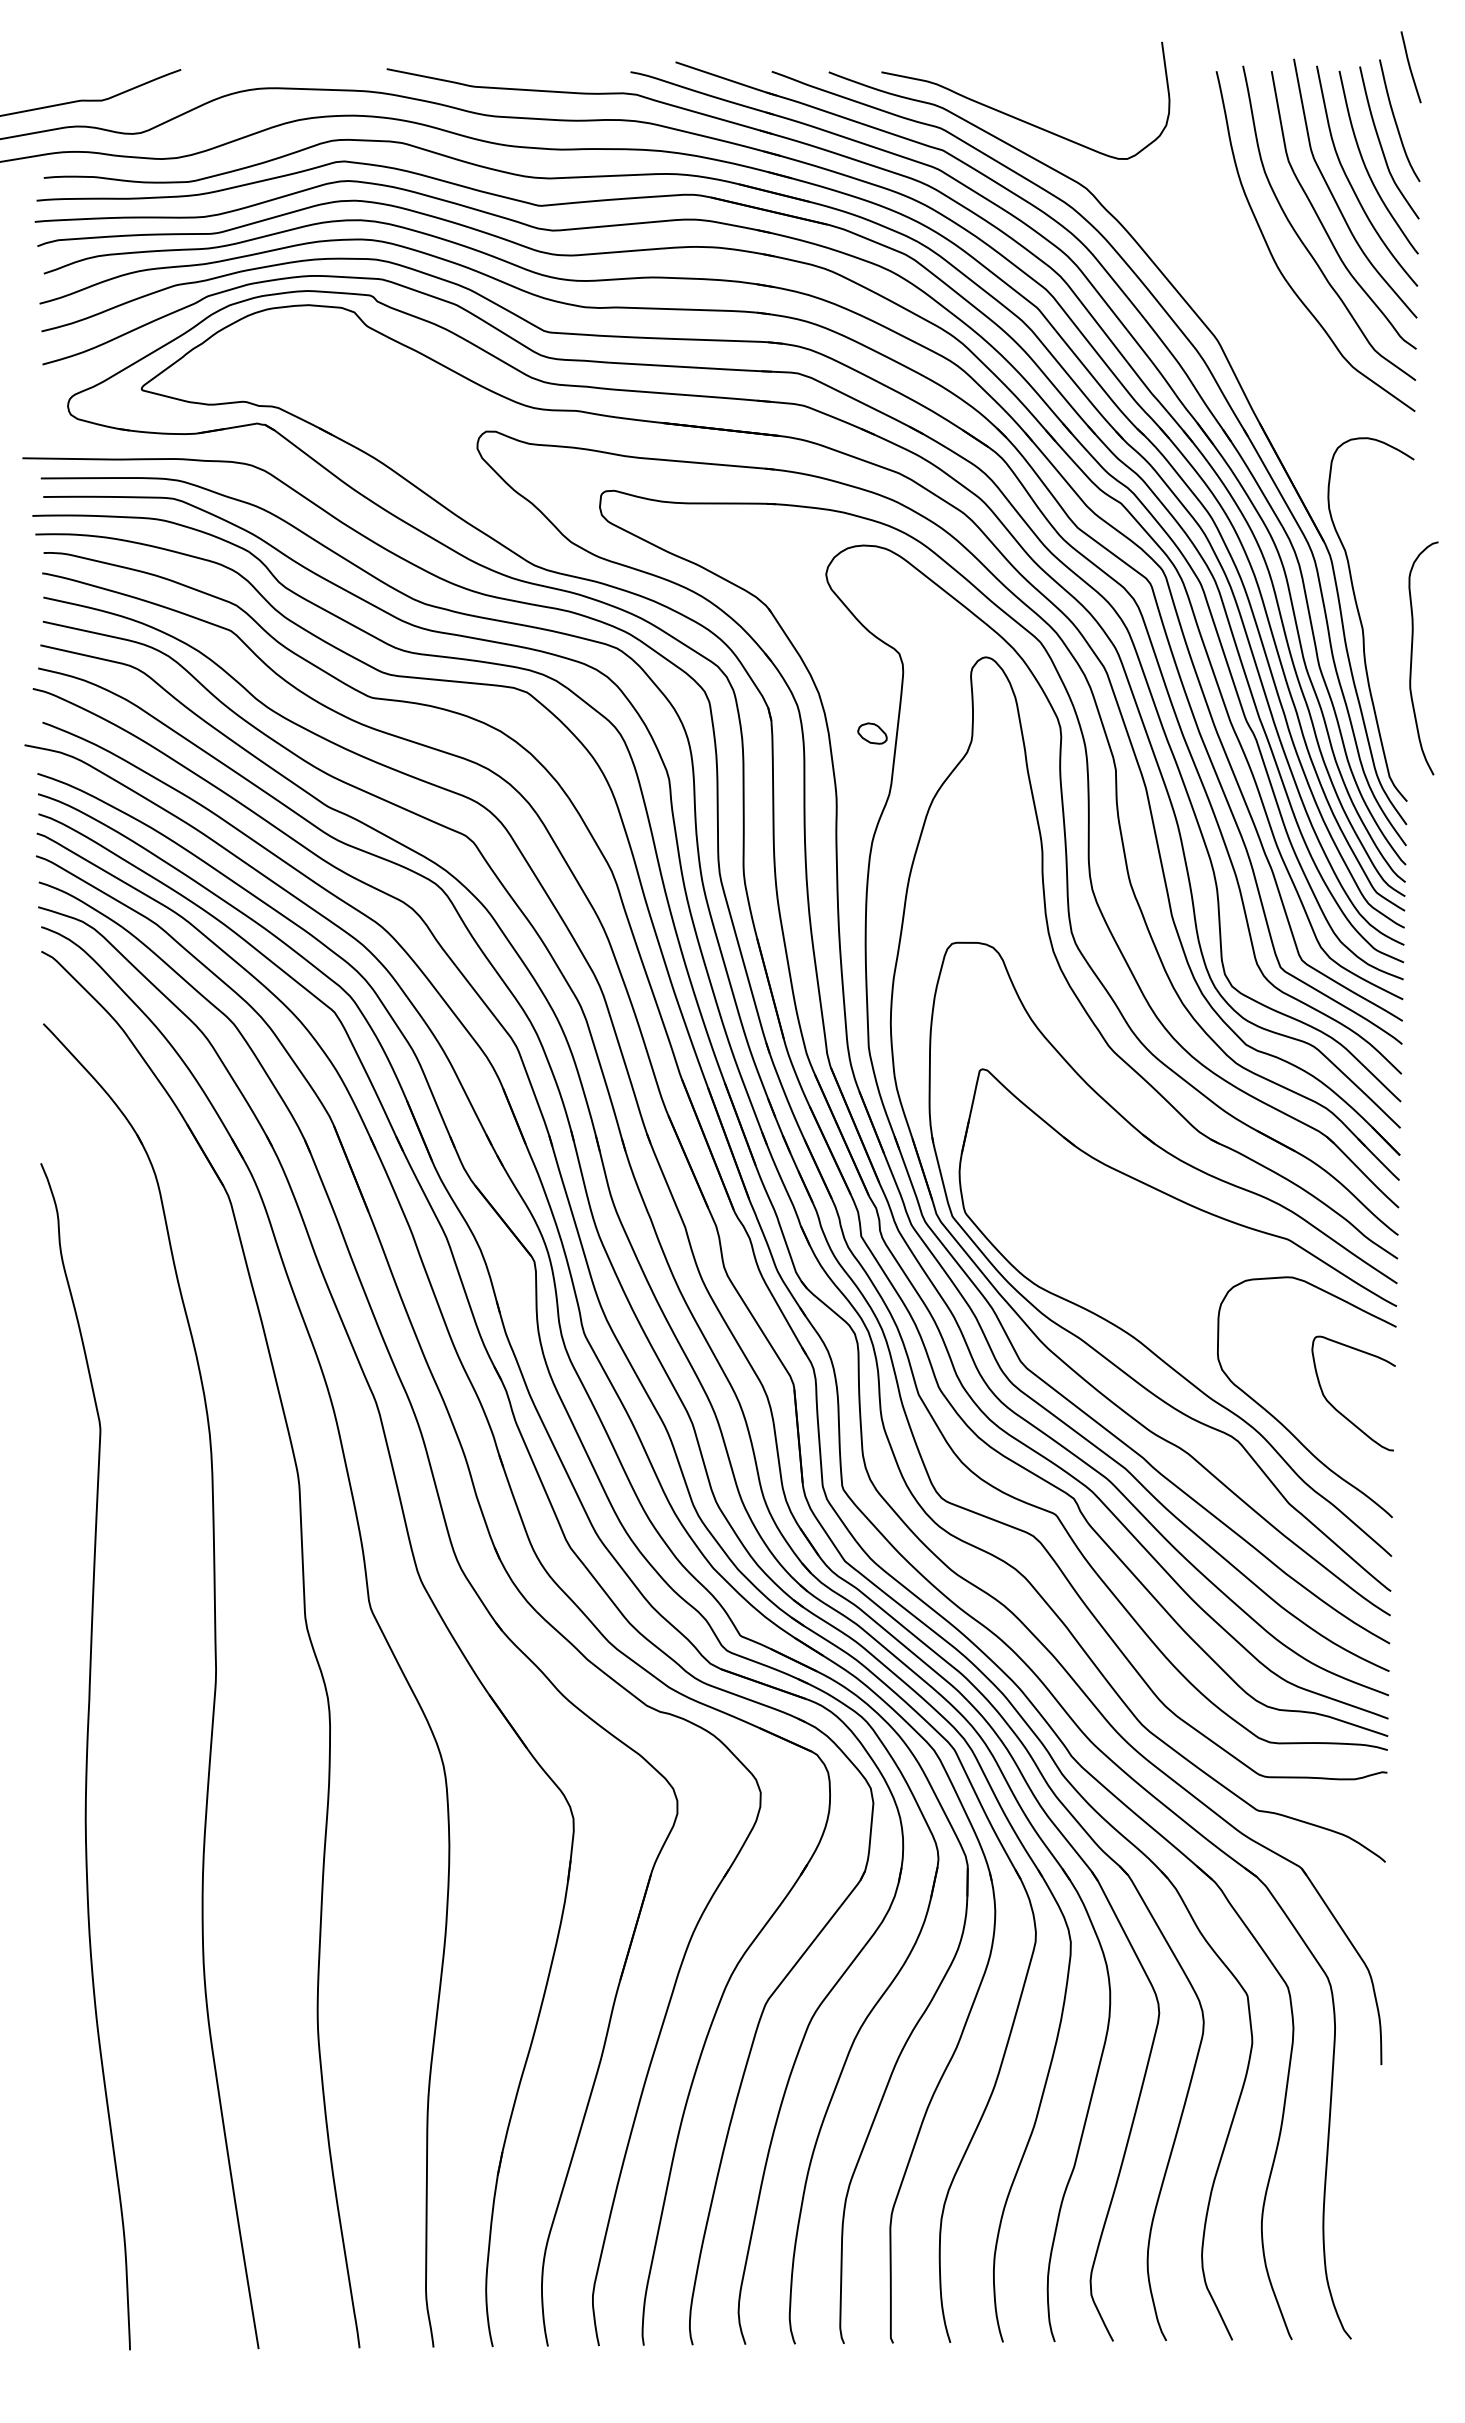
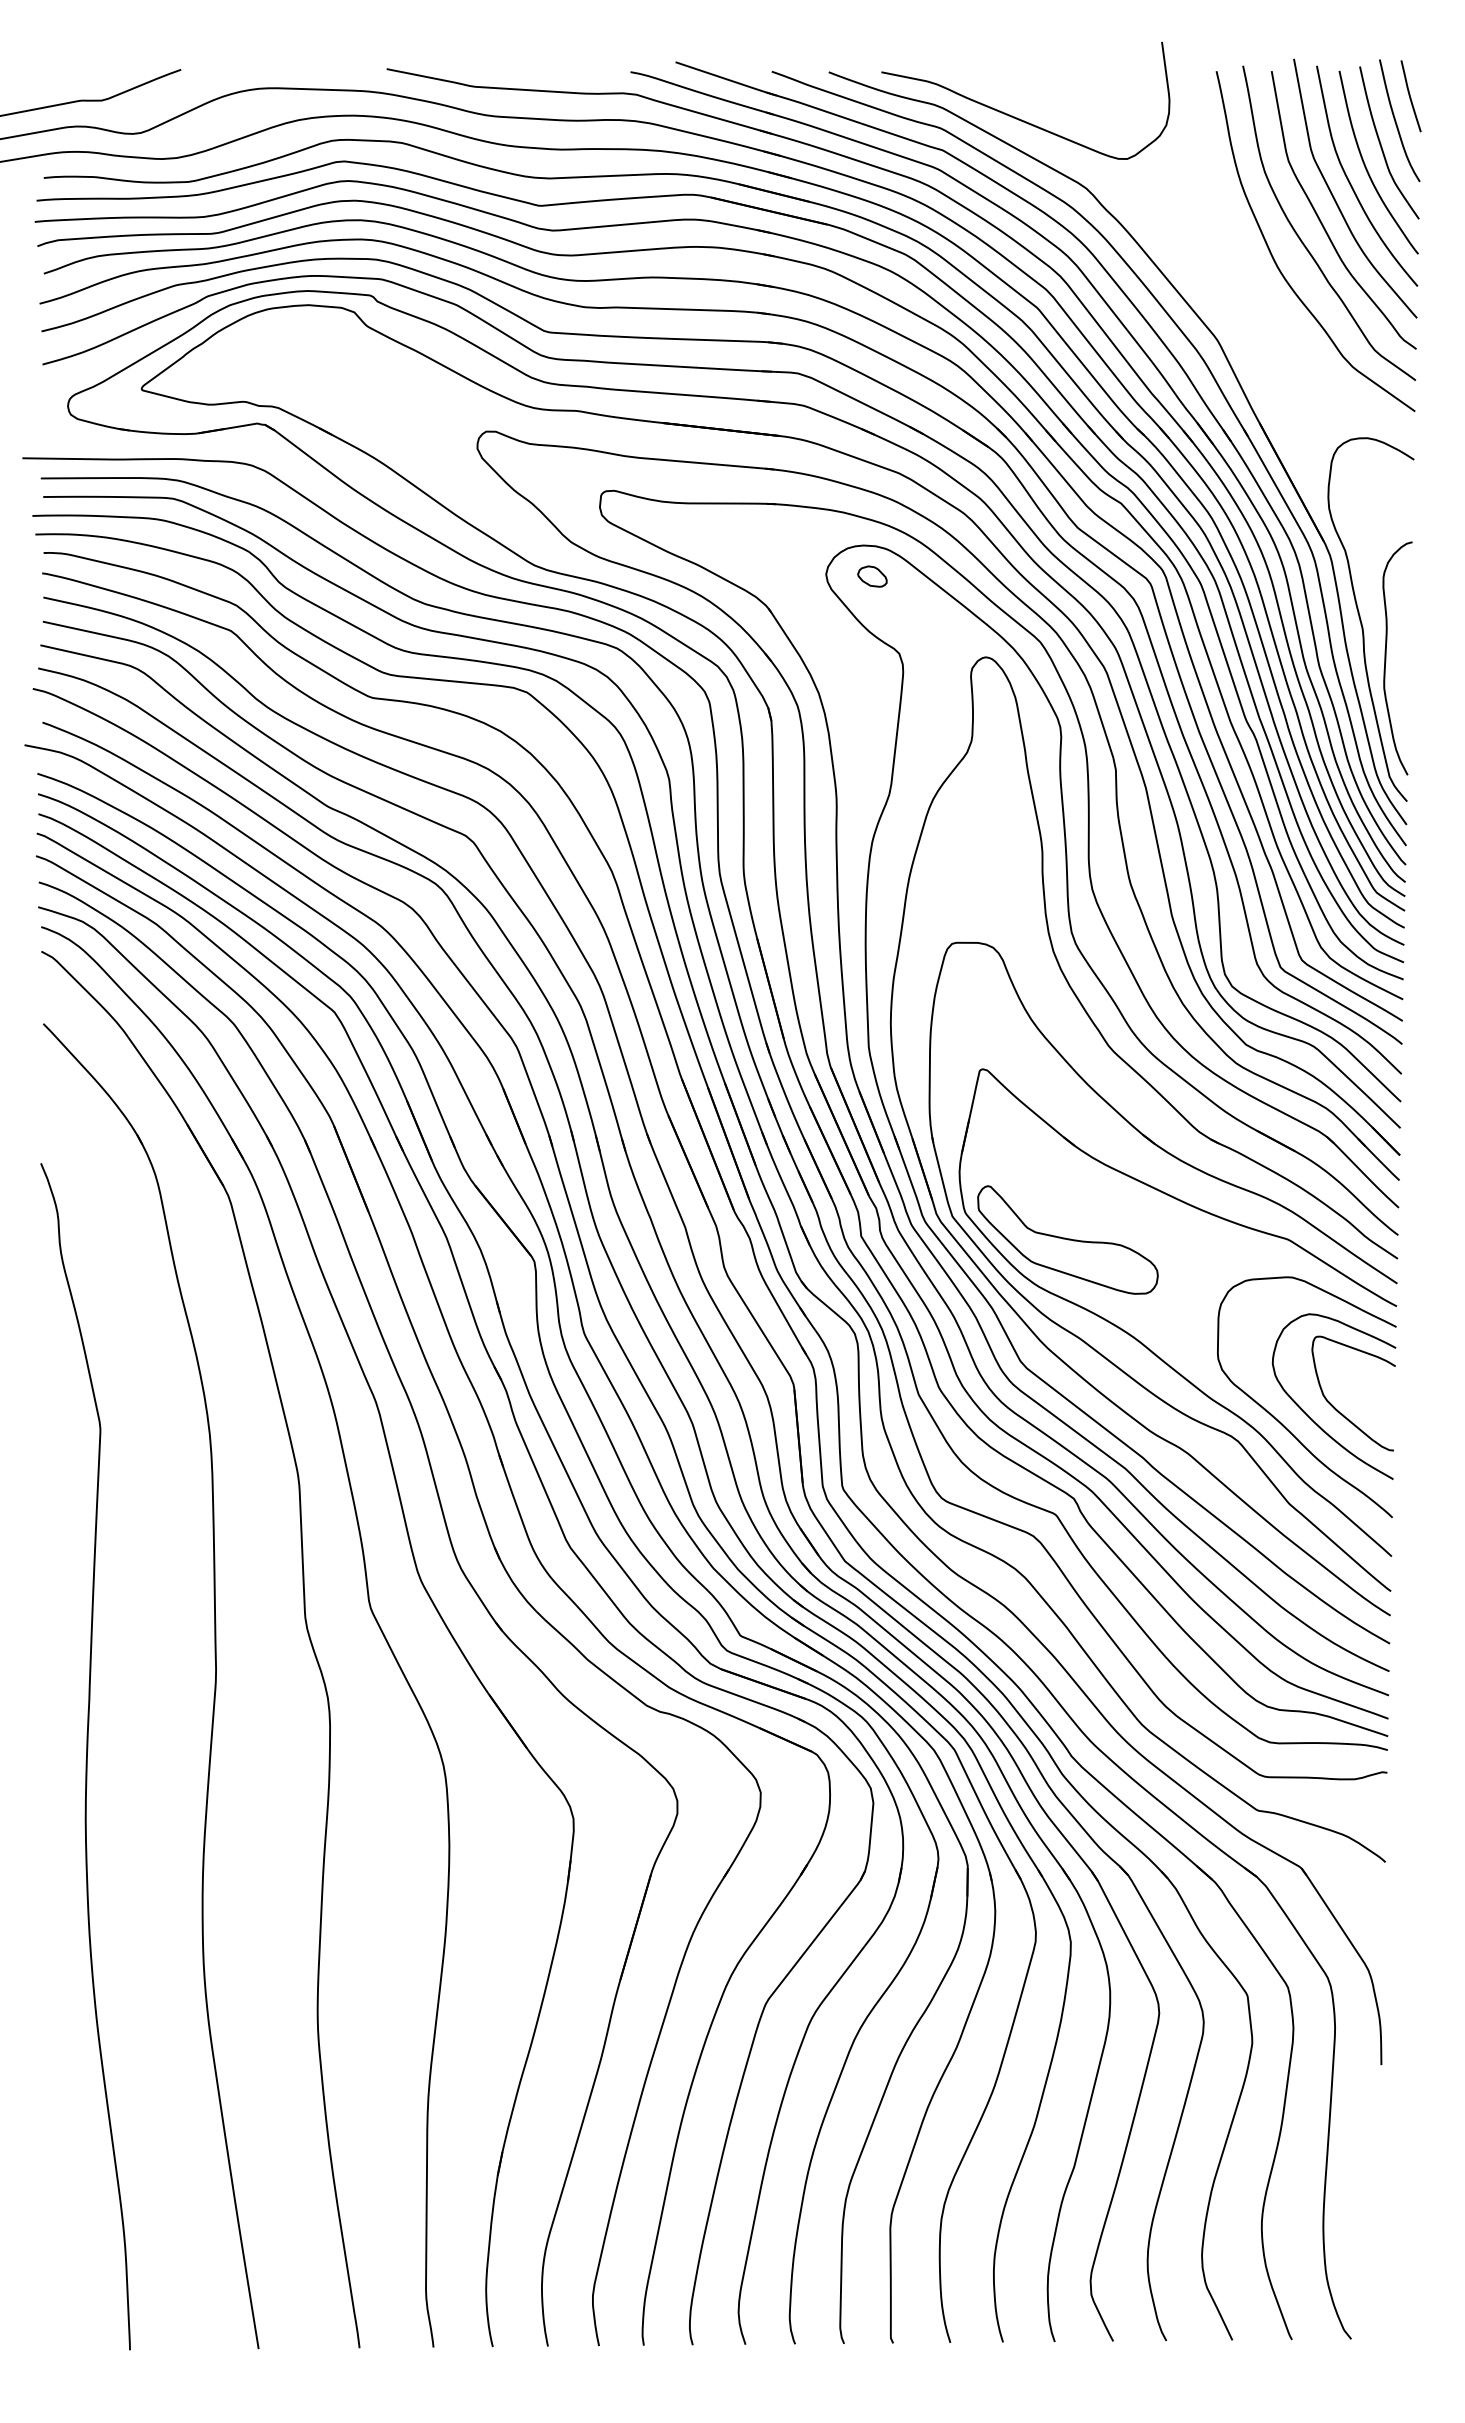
curve at (1410, 67) position: (1410, 67) -> (1410, 96)
curve at (1412, 658) position: (1412, 658) -> (1386, 658)
part at (872, 733) position: (872, 733) -> (872, 576)
part at (1067, 1239): none -> present
curve at (1311, 1418): none -> present
